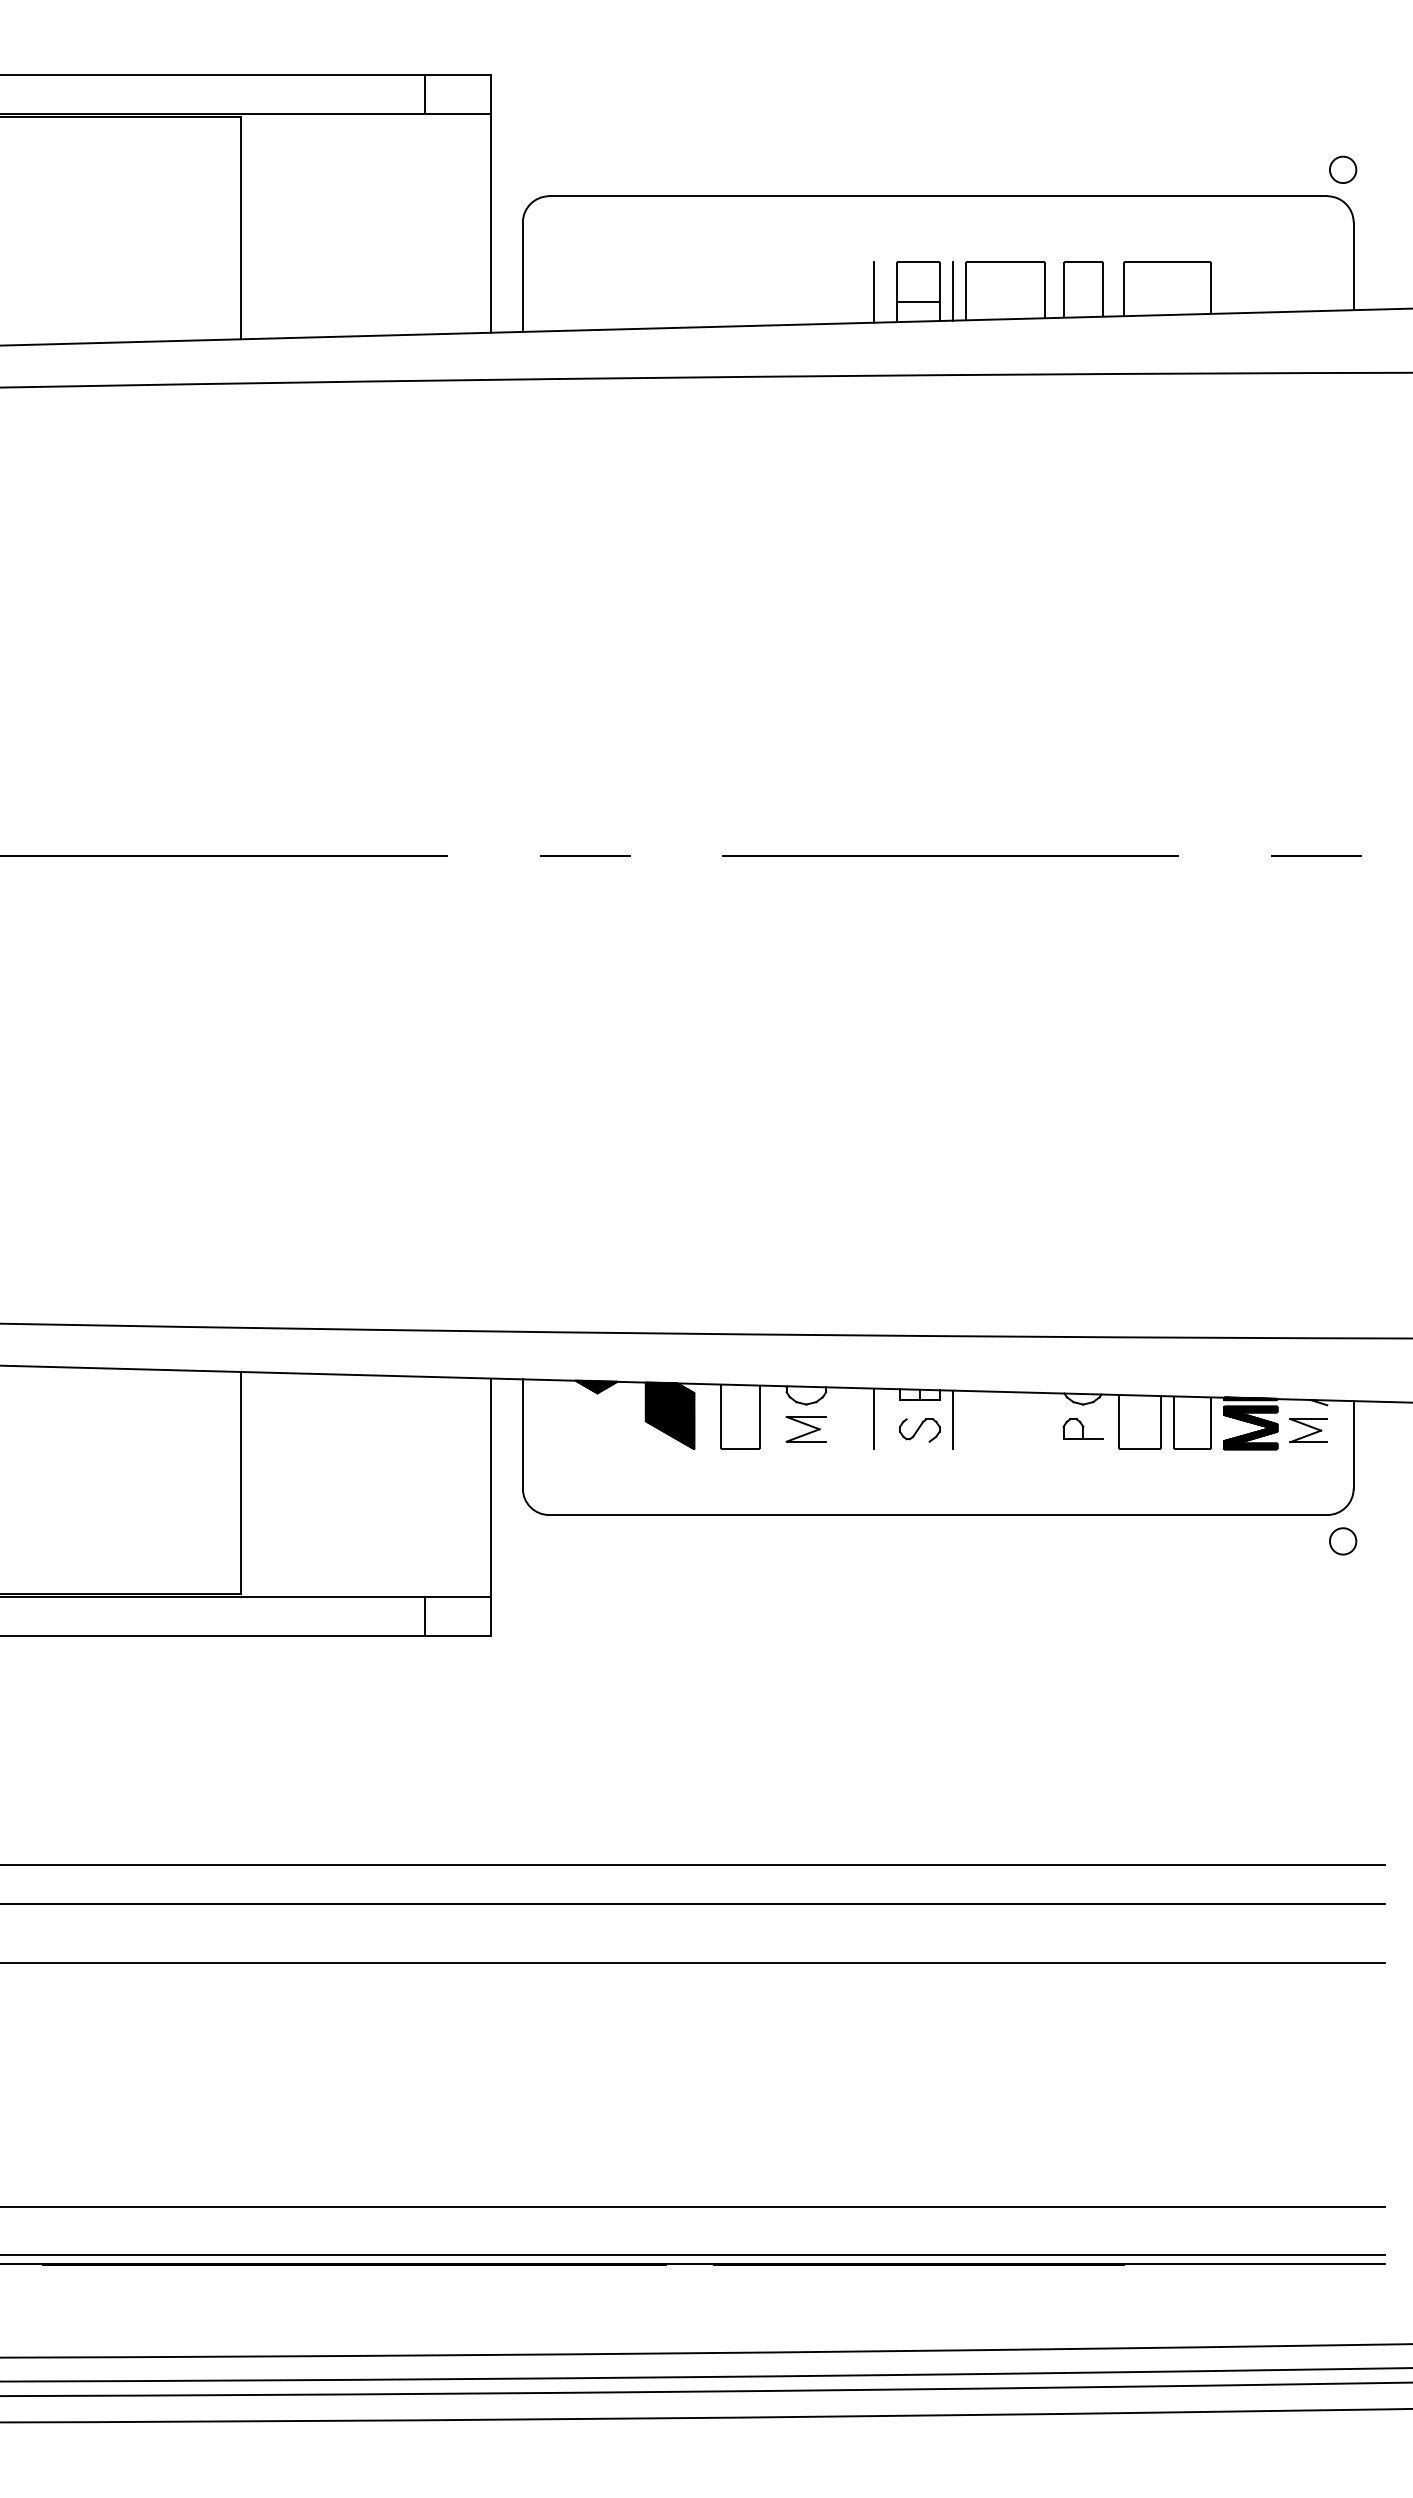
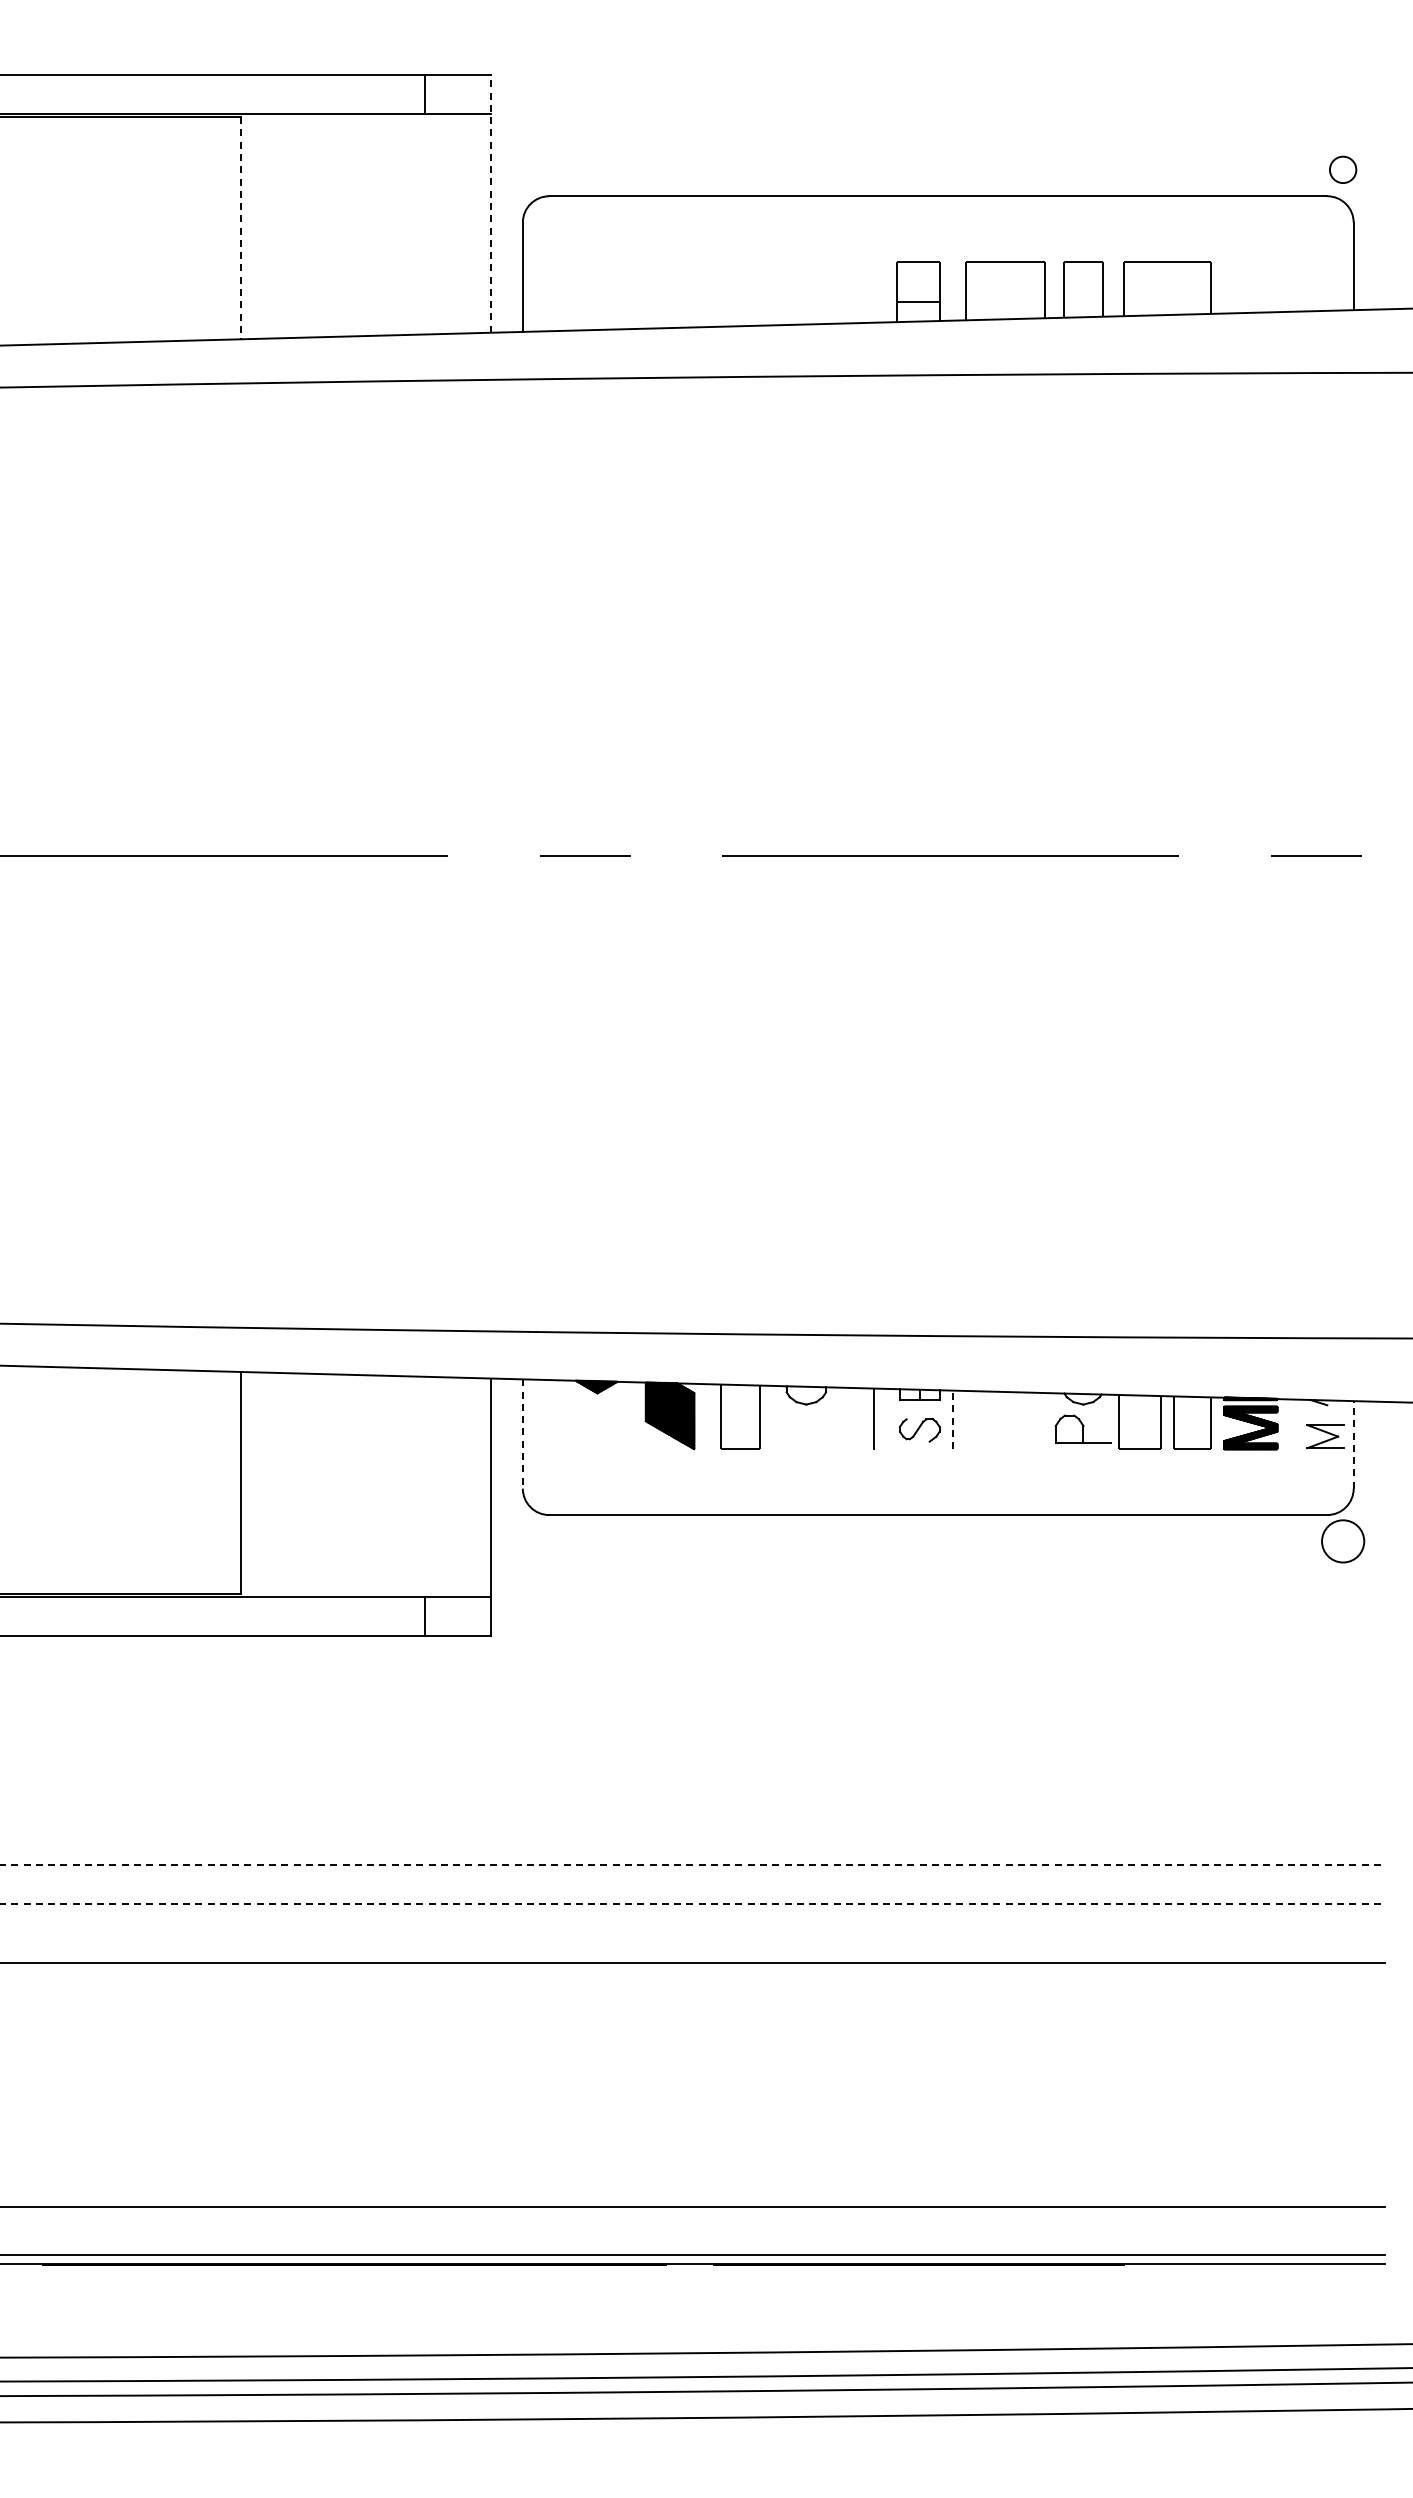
line at (491, 203): solid -> dashed
line at (240, 228): solid -> dashed
line at (952, 291): present -> none
line at (873, 292): present -> none
line at (952, 1419): solid -> dashed
part at (805, 1428): present -> none
part at (1082, 1428) size: 42x22 px -> 58x30 px
part at (1308, 1430) position: (1308, 1430) -> (1325, 1436)
line at (522, 1434): solid -> dashed
line at (1353, 1444): solid -> dashed
circle at (1342, 1541) diameter: 26 px -> 42 px
line at (693, 1865): solid -> dashed
line at (693, 1904): solid -> dashed
